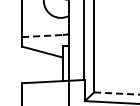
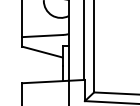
line at (42, 36): dashed -> solid
line at (117, 93): dashed -> solid
